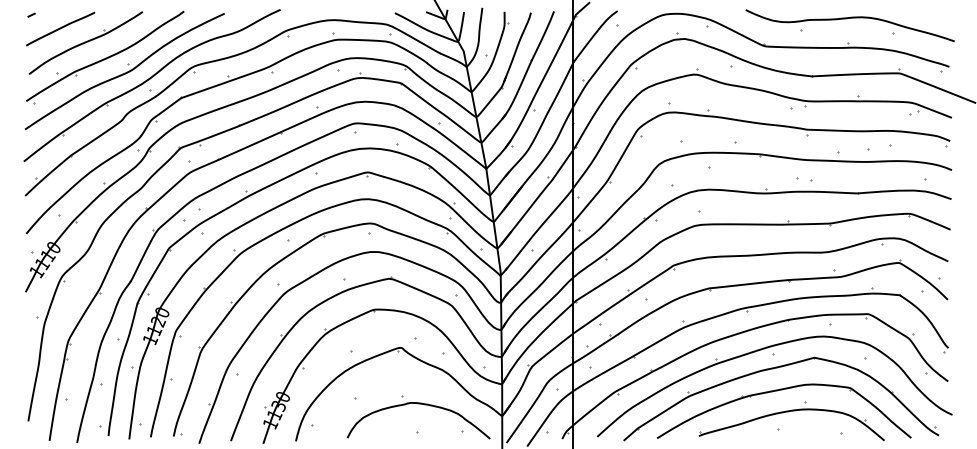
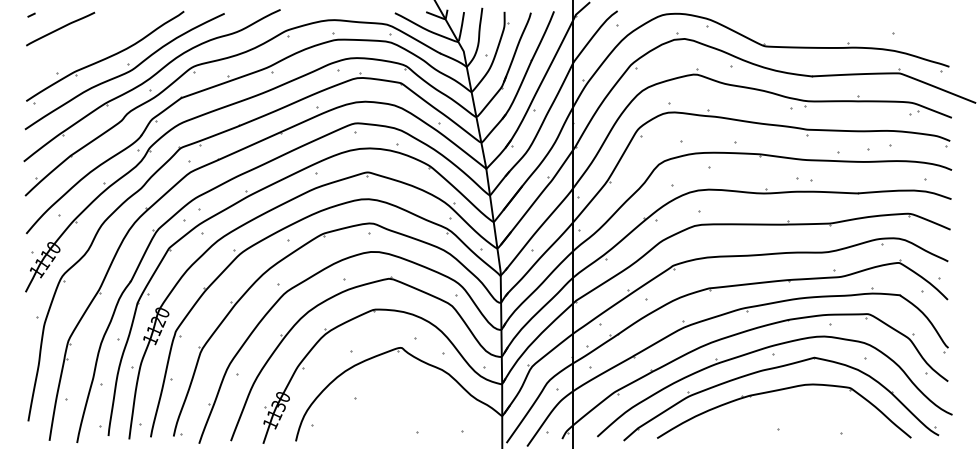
part at (846, 19): present -> none
part at (85, 42): present -> none
part at (418, 404): present -> none
part at (788, 412): present -> none
